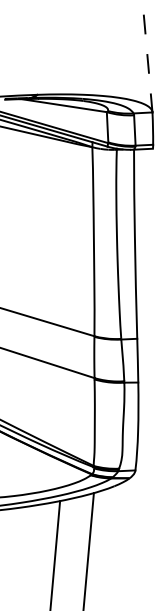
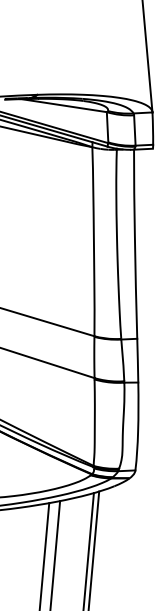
line at (147, 56): dashed -> solid
line at (93, 549): none -> present
line at (44, 555): none -> present
